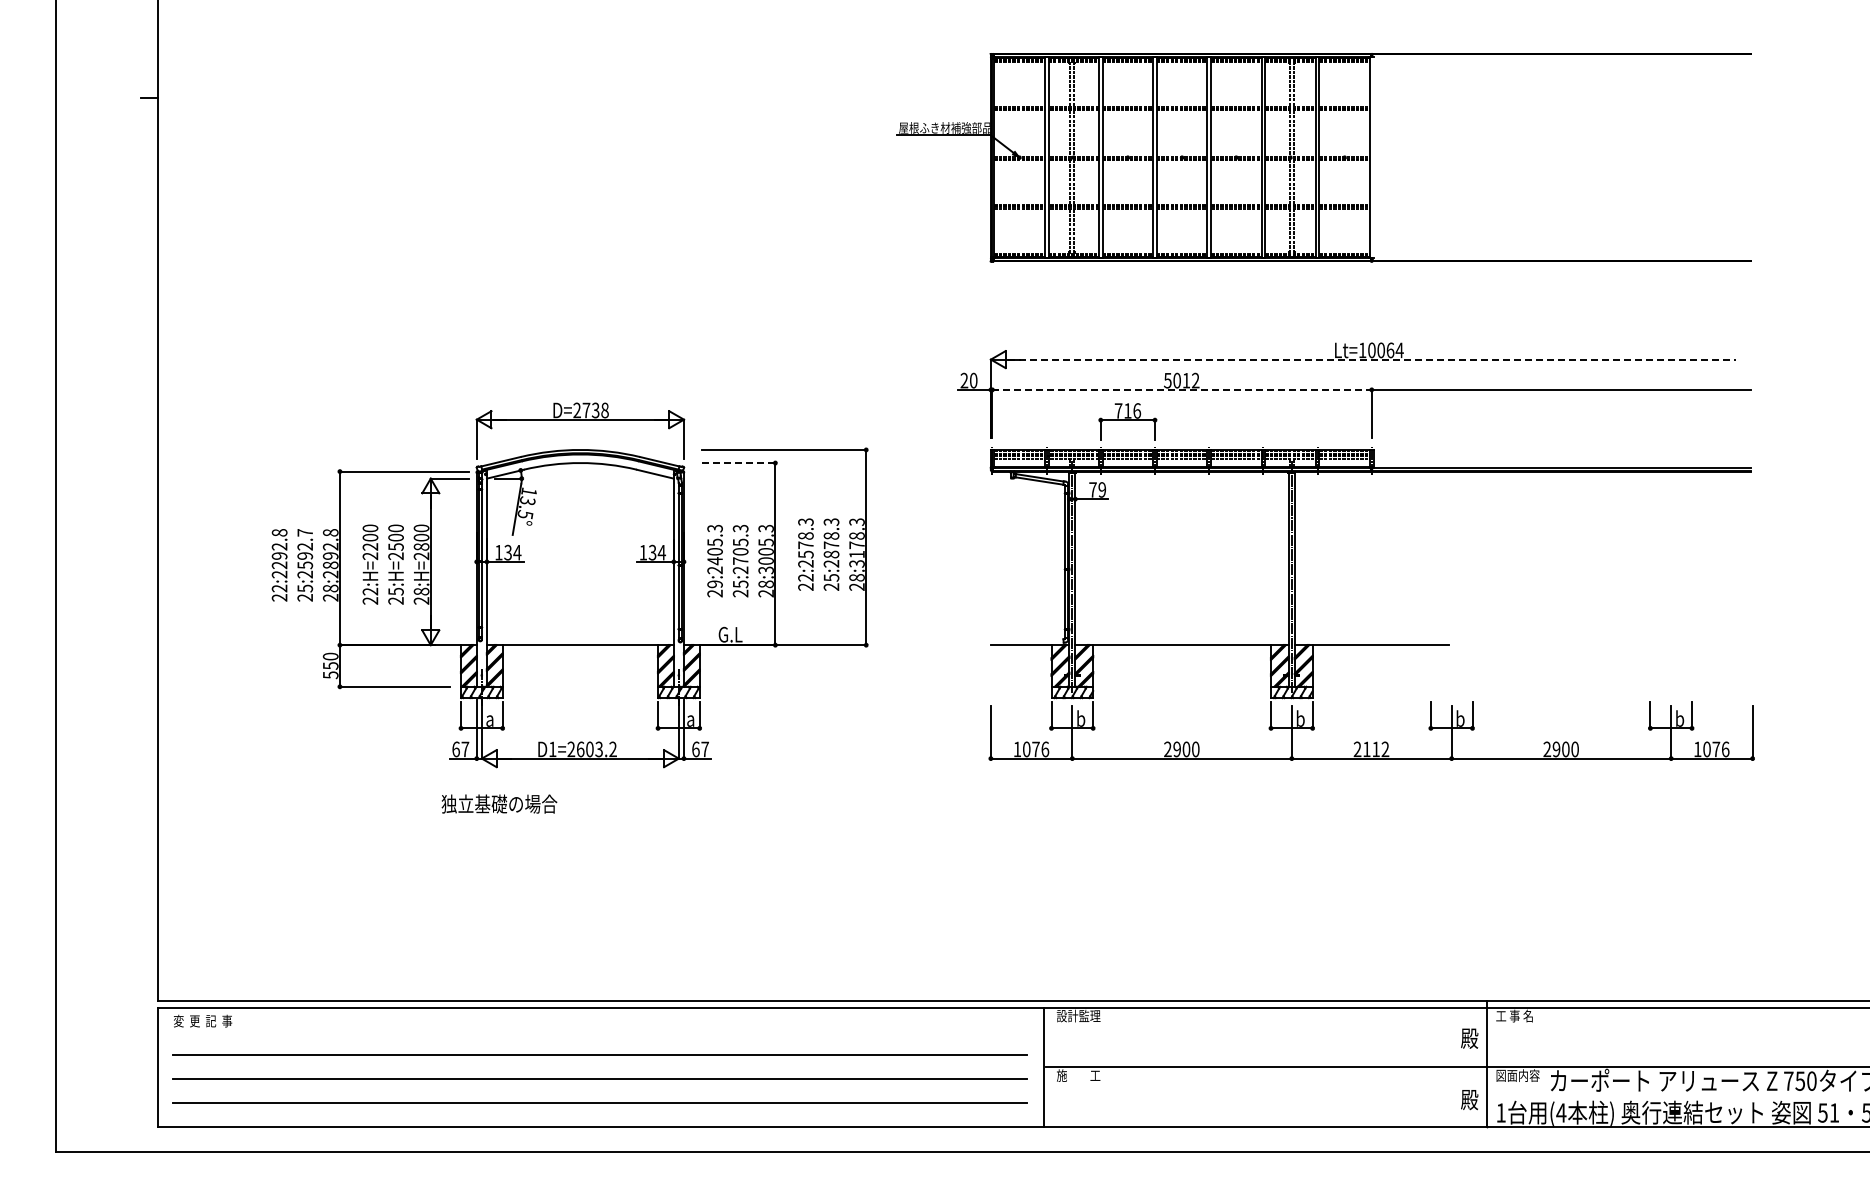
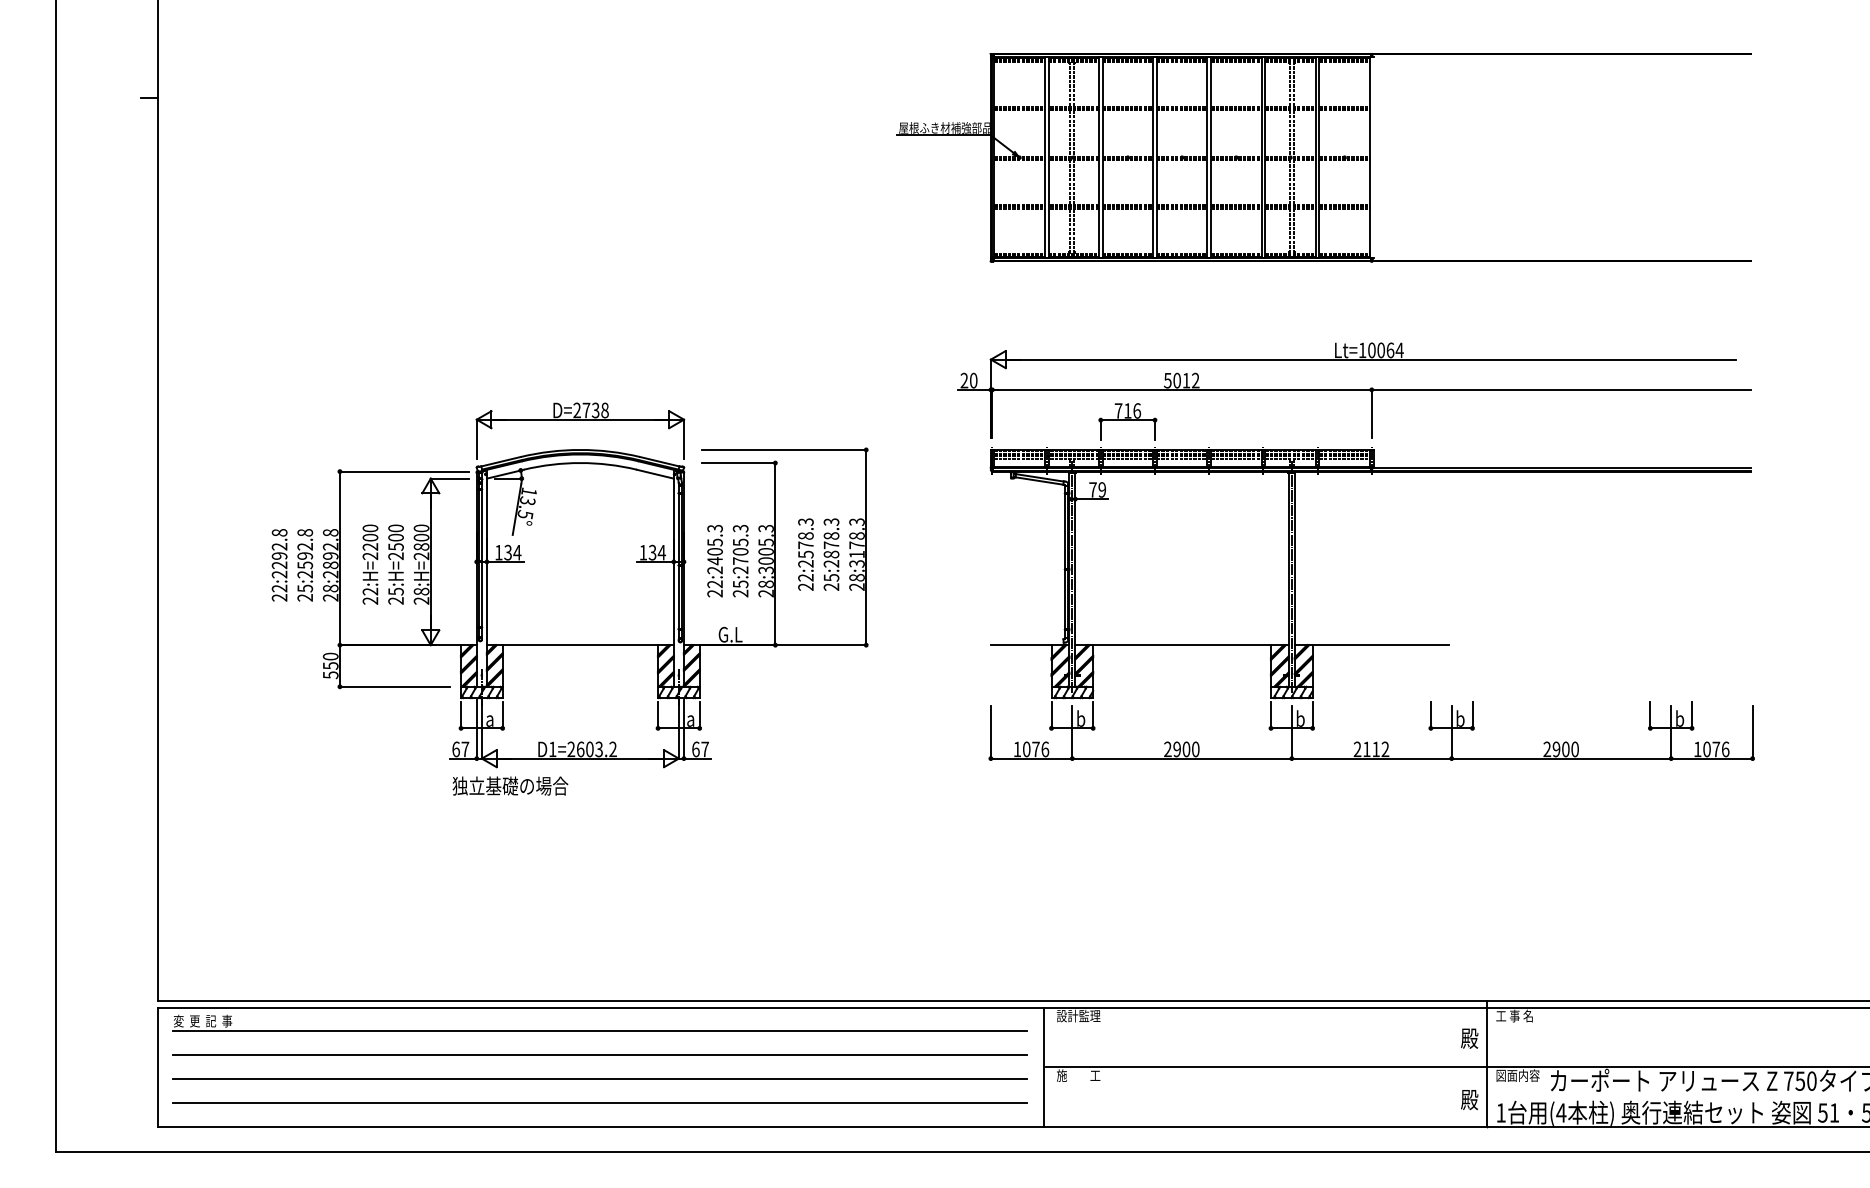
line at (1371, 359): dashed -> solid
line at (1182, 389): dashed -> solid
line at (738, 463): dashed -> solid
text at (305, 532): 25:2592.7 -> 25:2592.8
text at (715, 584): 29:2405.3 -> 22:2405.3
text at (499, 803) position: (499, 803) -> (510, 785)
line at (599, 1031): none -> present
